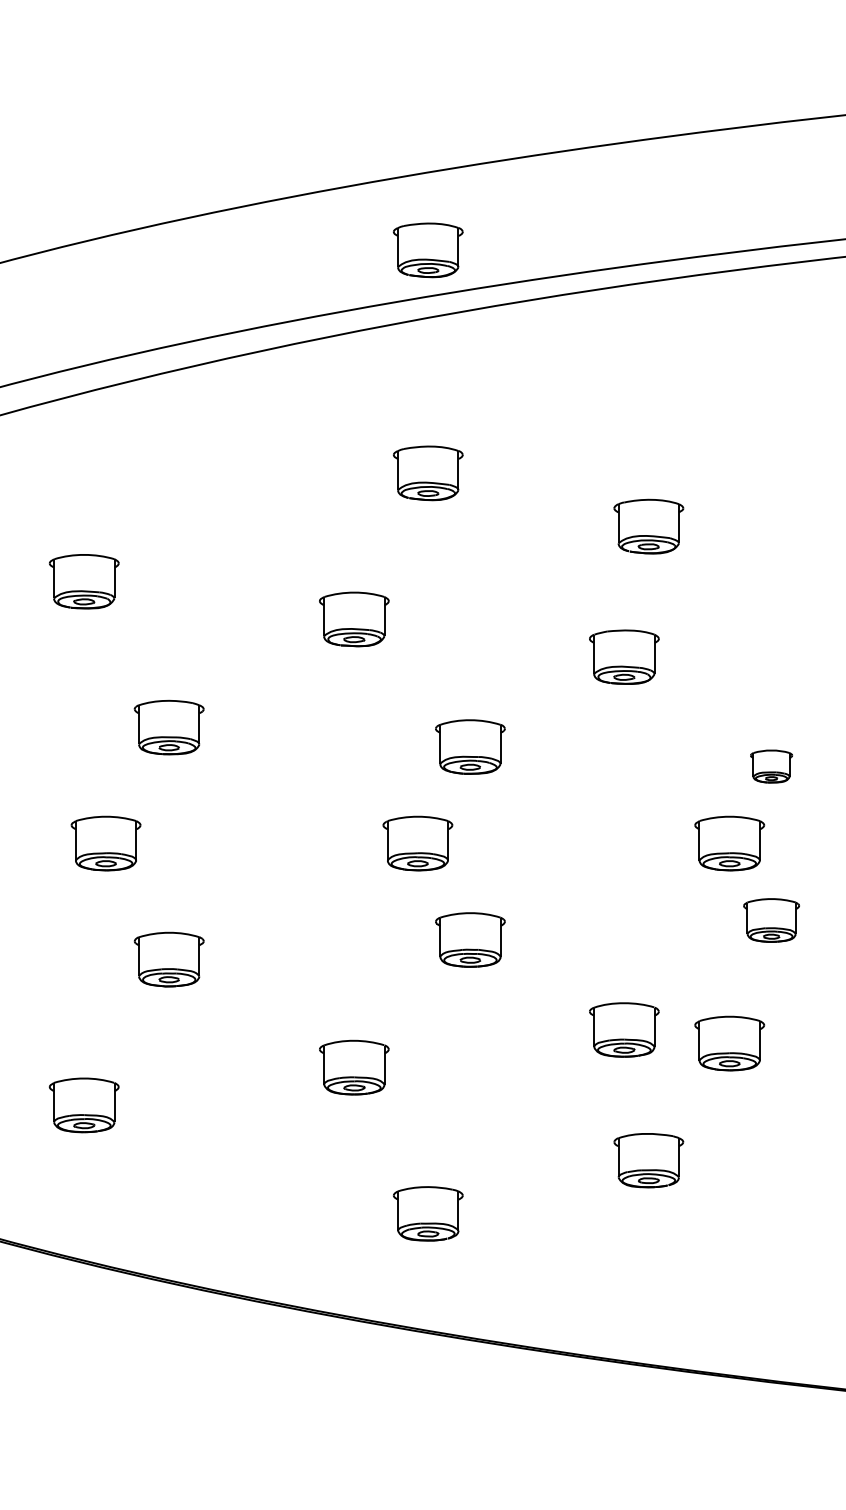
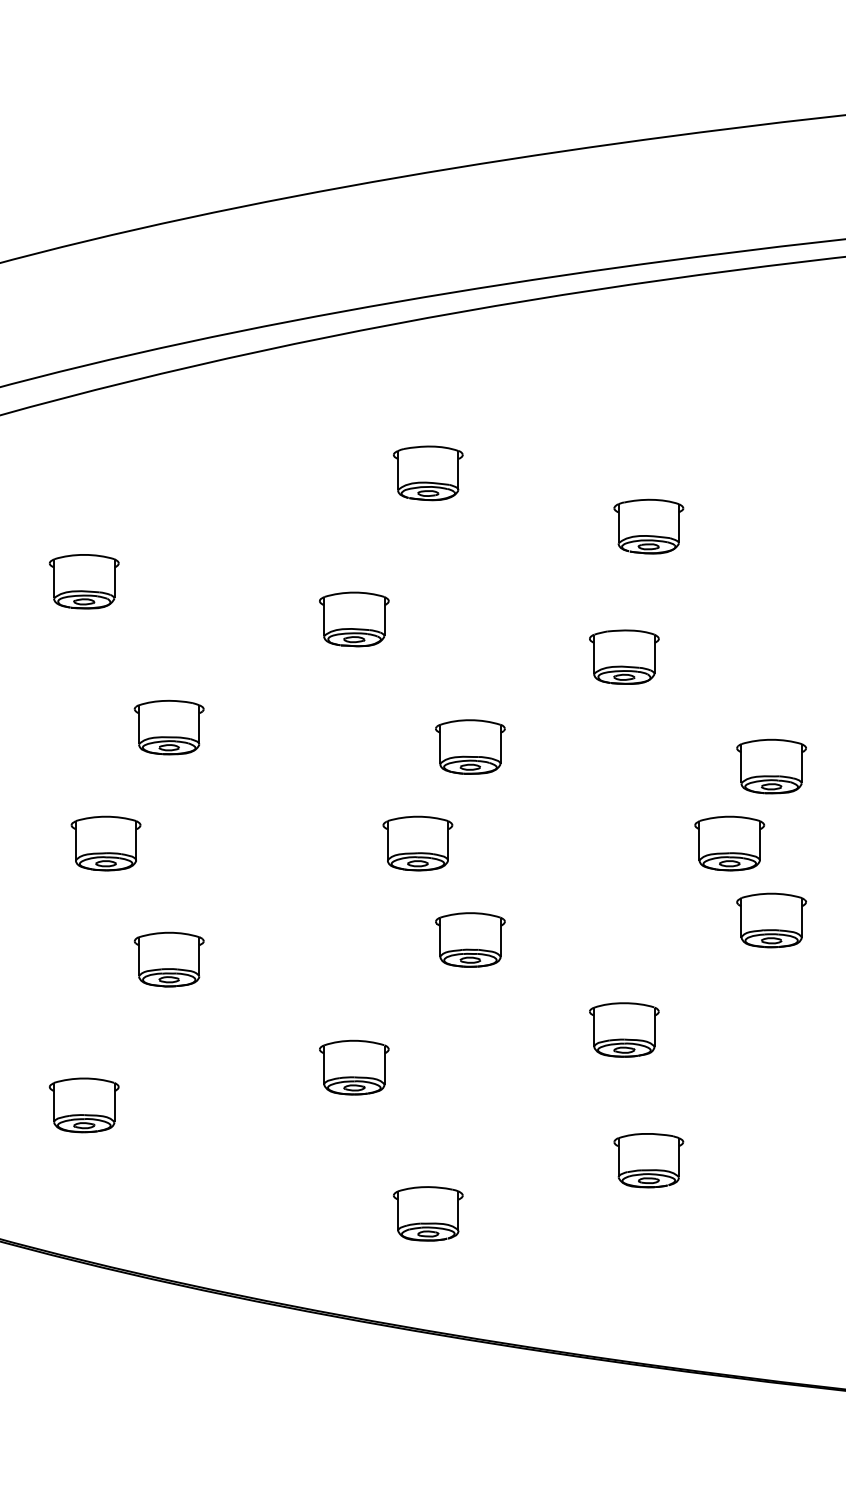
part at (428, 250): present -> none
part at (771, 766) size: 44x35 px -> 71x57 px
part at (771, 920) size: 57x45 px -> 71x57 px
part at (729, 1043): present -> none
